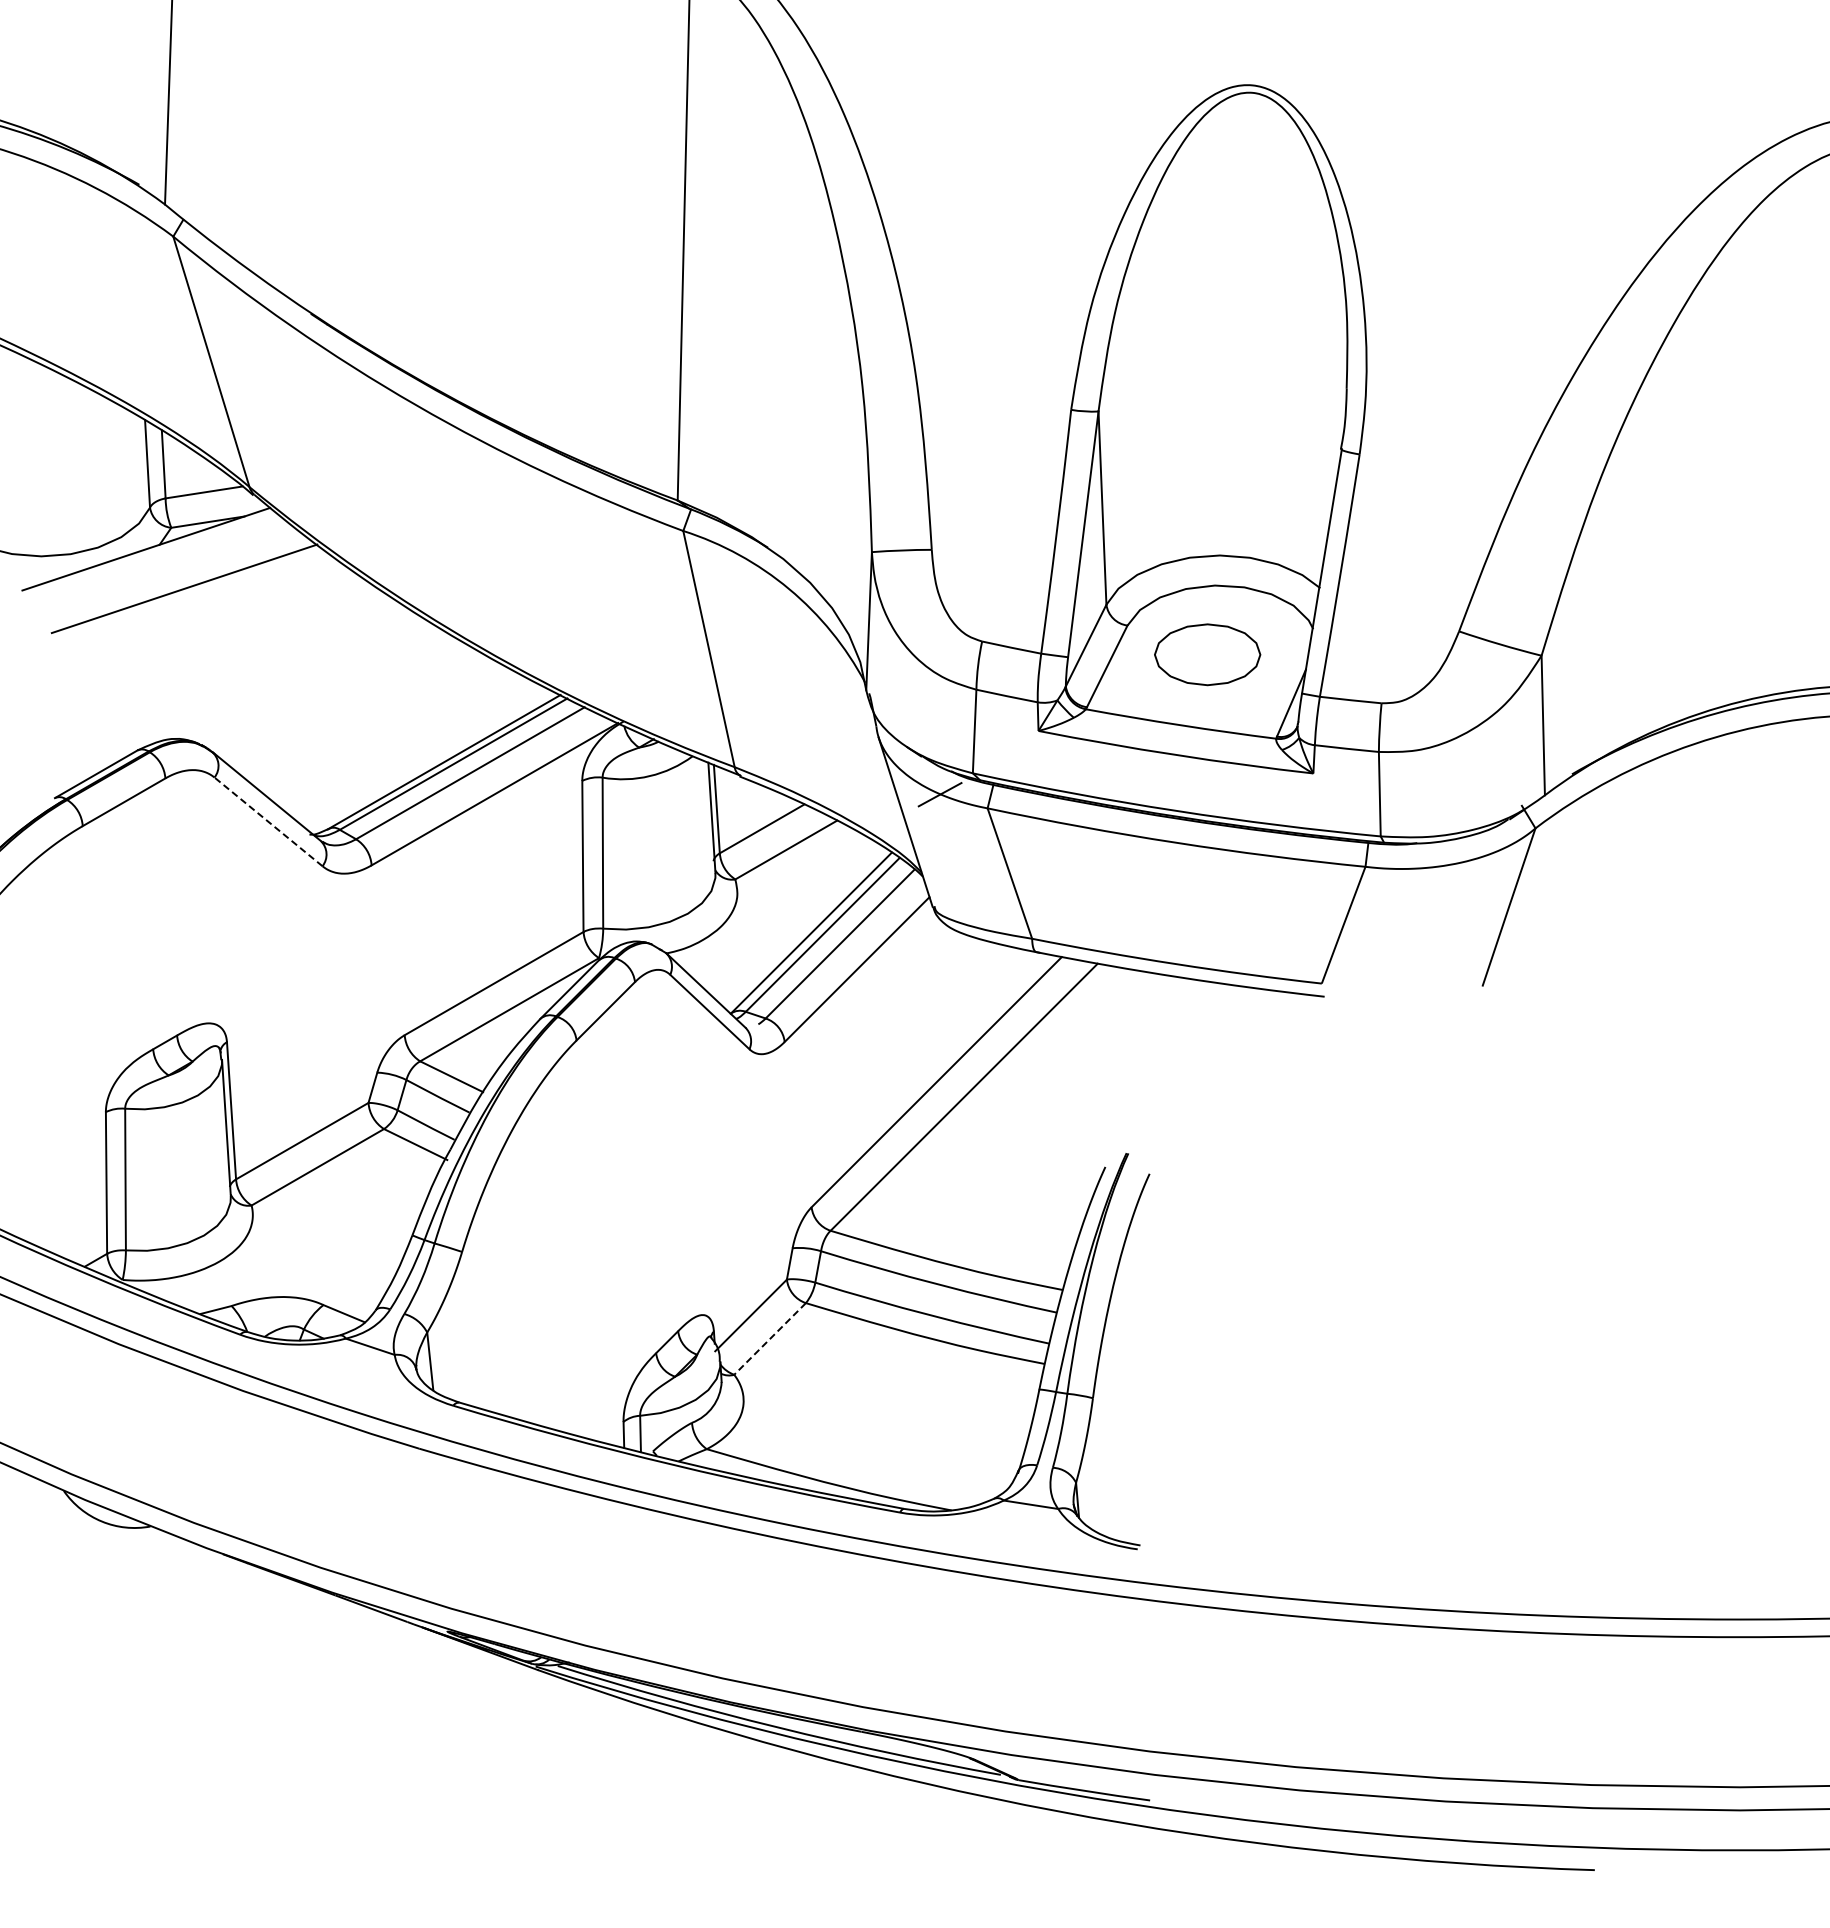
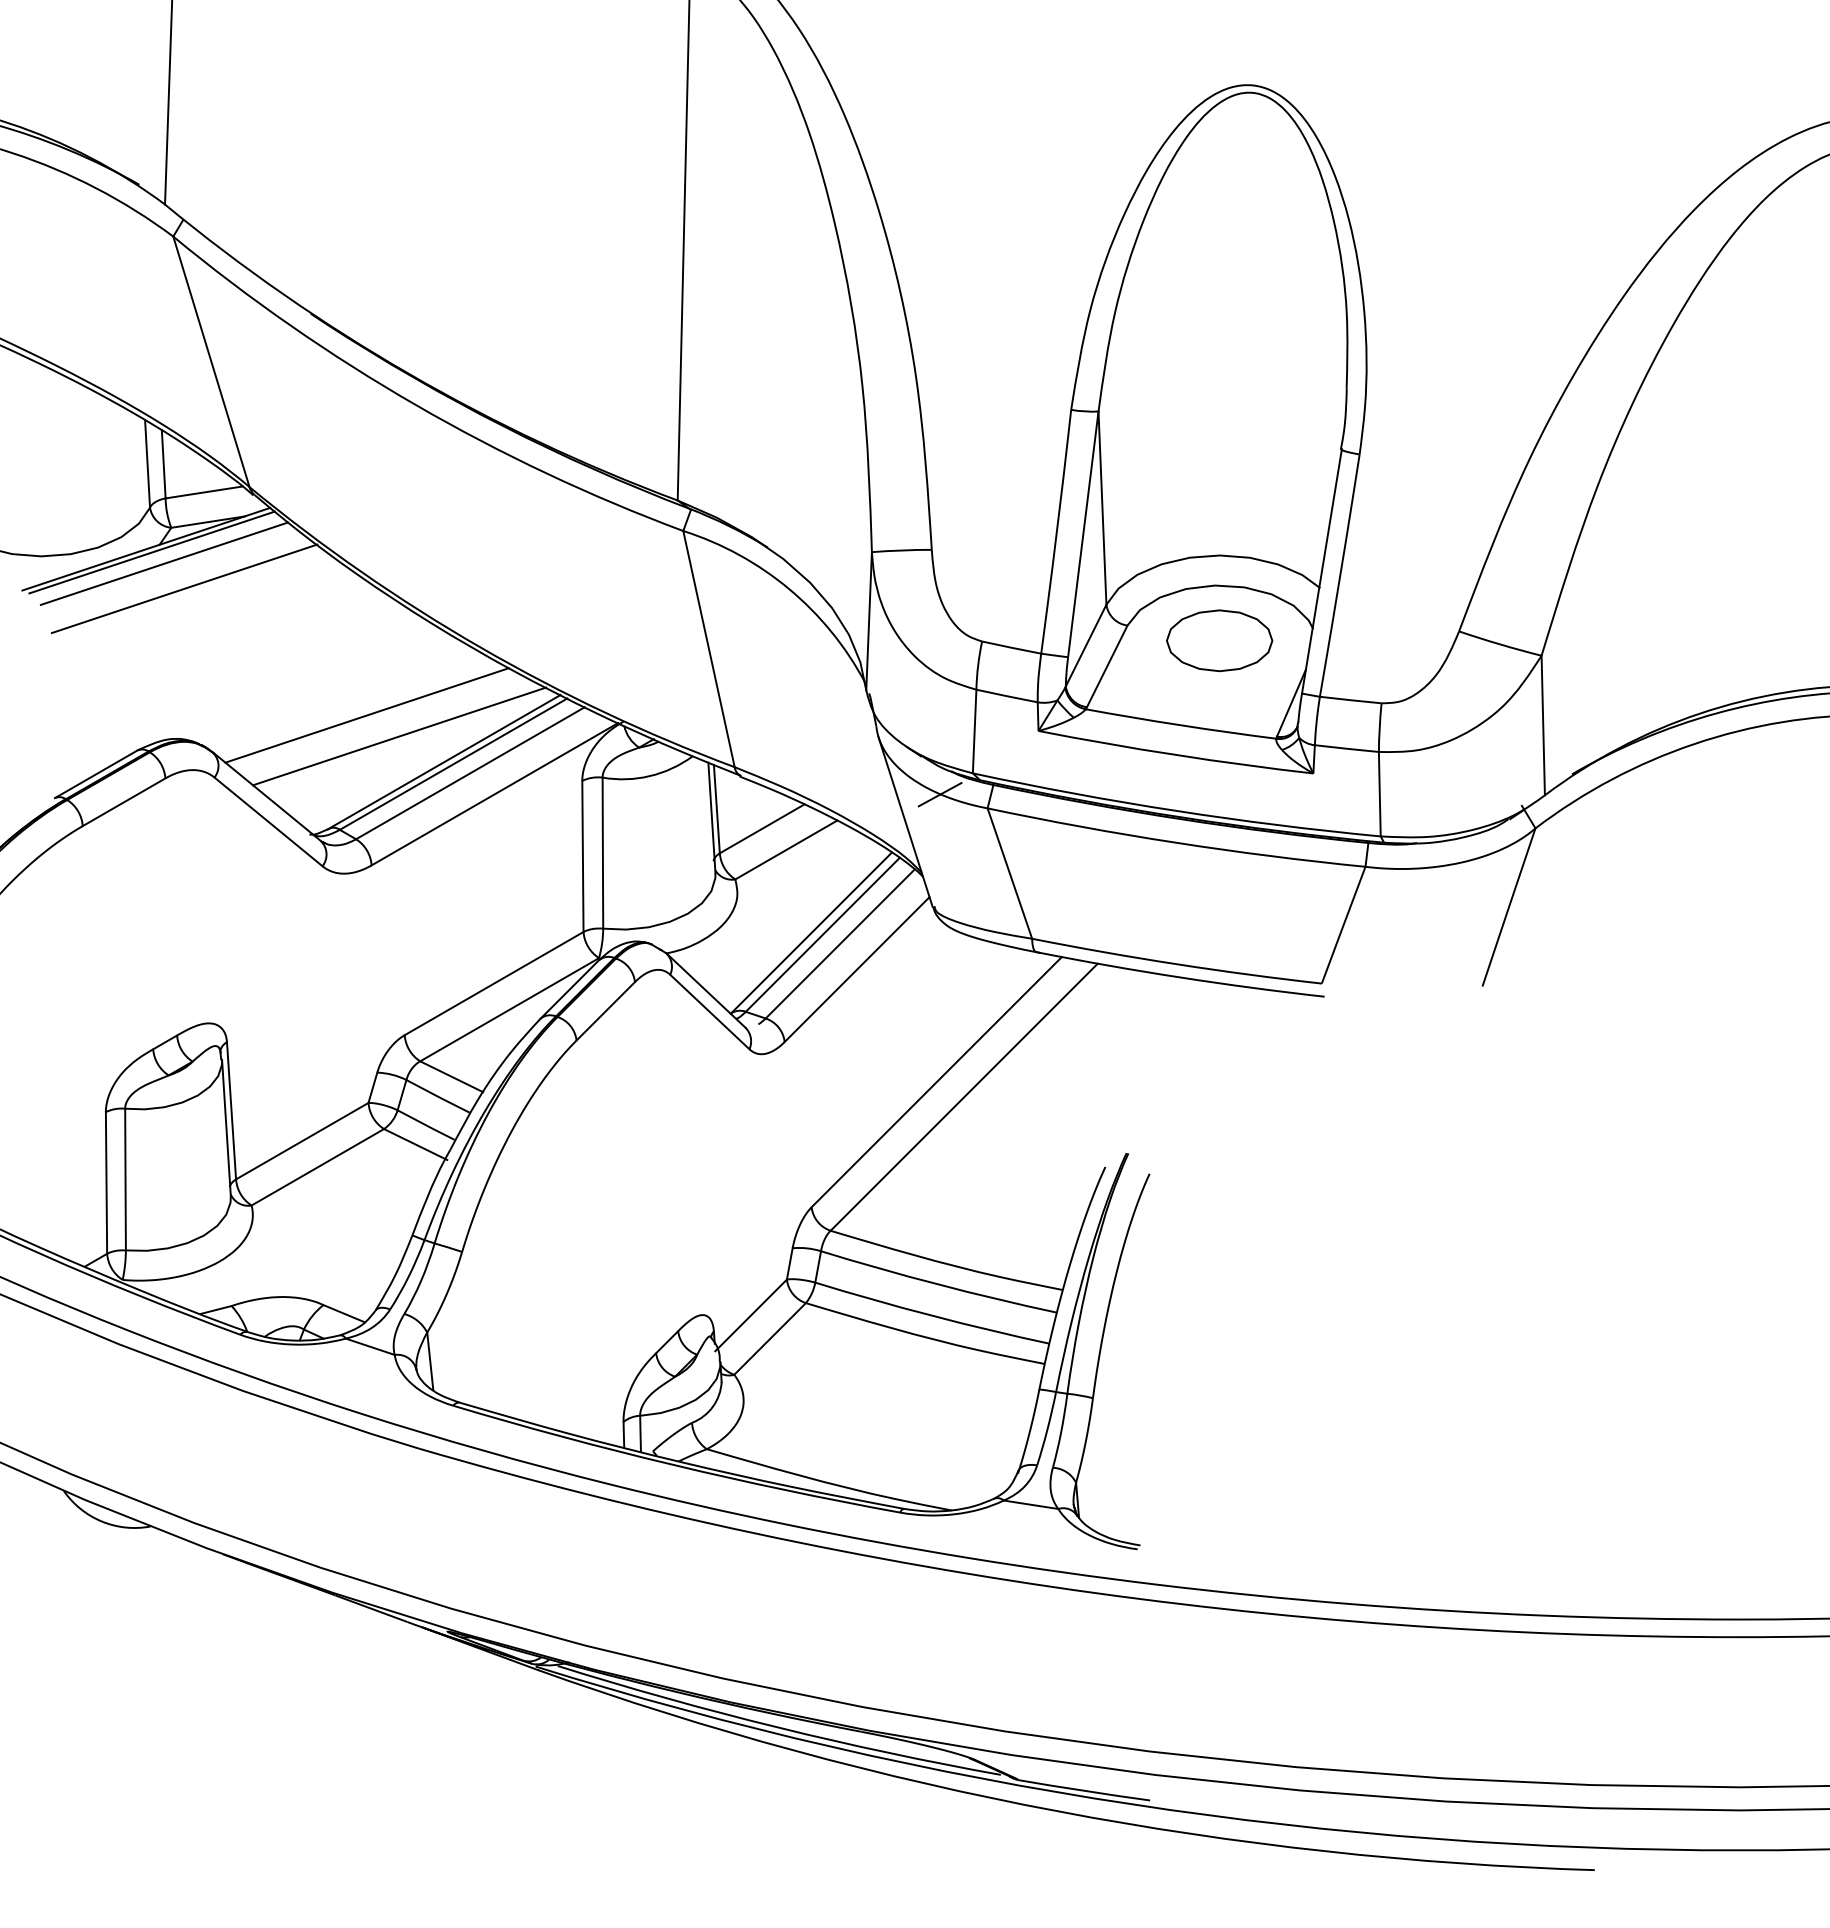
line at (151, 552): none -> present
line at (163, 563): none -> present
part at (1207, 654) position: (1207, 654) -> (1219, 640)
line at (366, 715): none -> present
line at (399, 736): none -> present
line at (268, 821): dashed -> solid
line at (770, 1338): dashed -> solid
